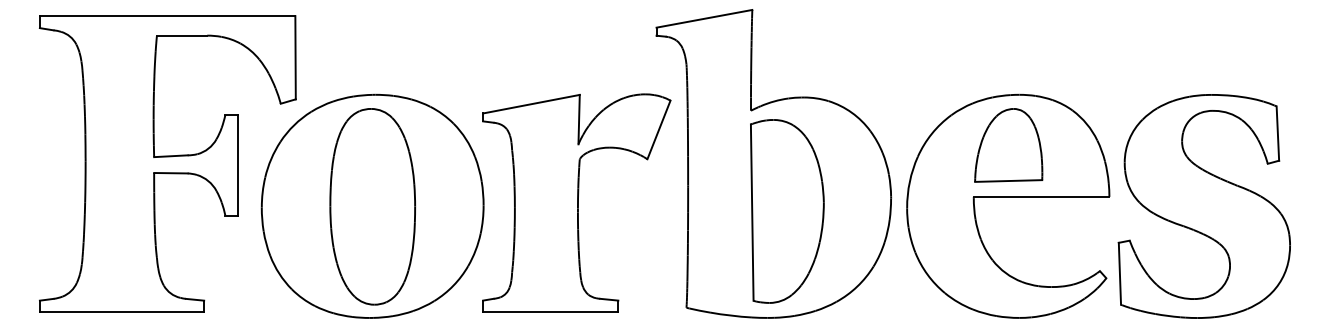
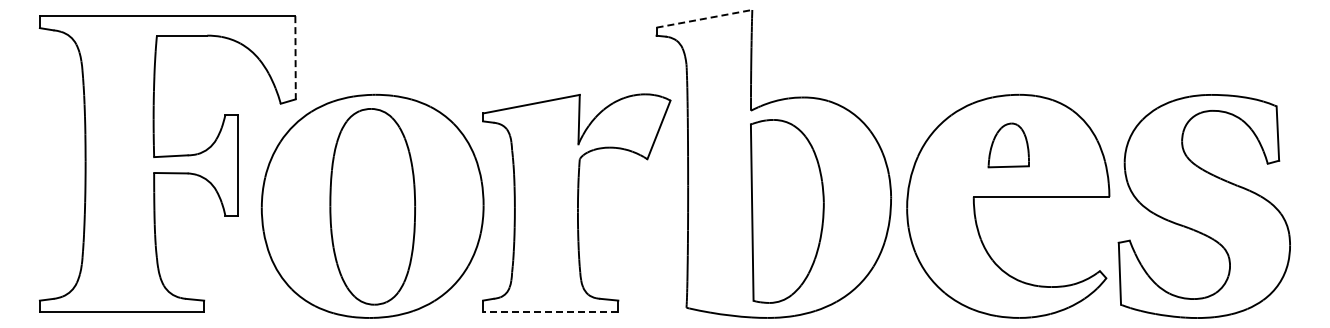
line at (704, 18): solid -> dashed
line at (295, 57): solid -> dashed
part at (1008, 145) size: 70x75 px -> 43x47 px
line at (550, 312): solid -> dashed
